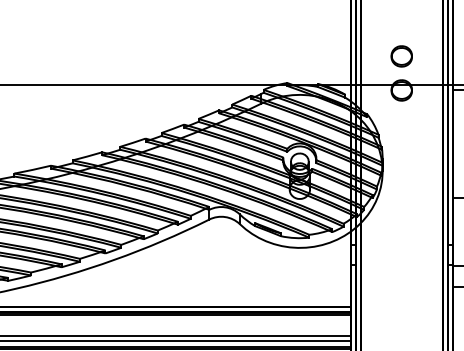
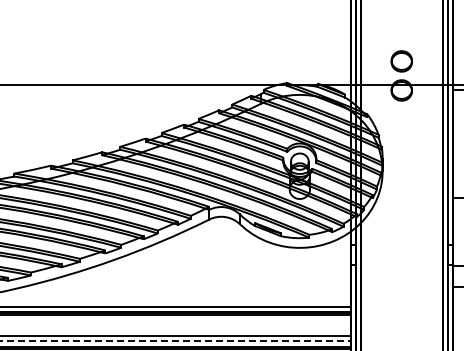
part at (401, 56) position: (401, 56) -> (401, 61)
line at (175, 340): solid -> dashed
